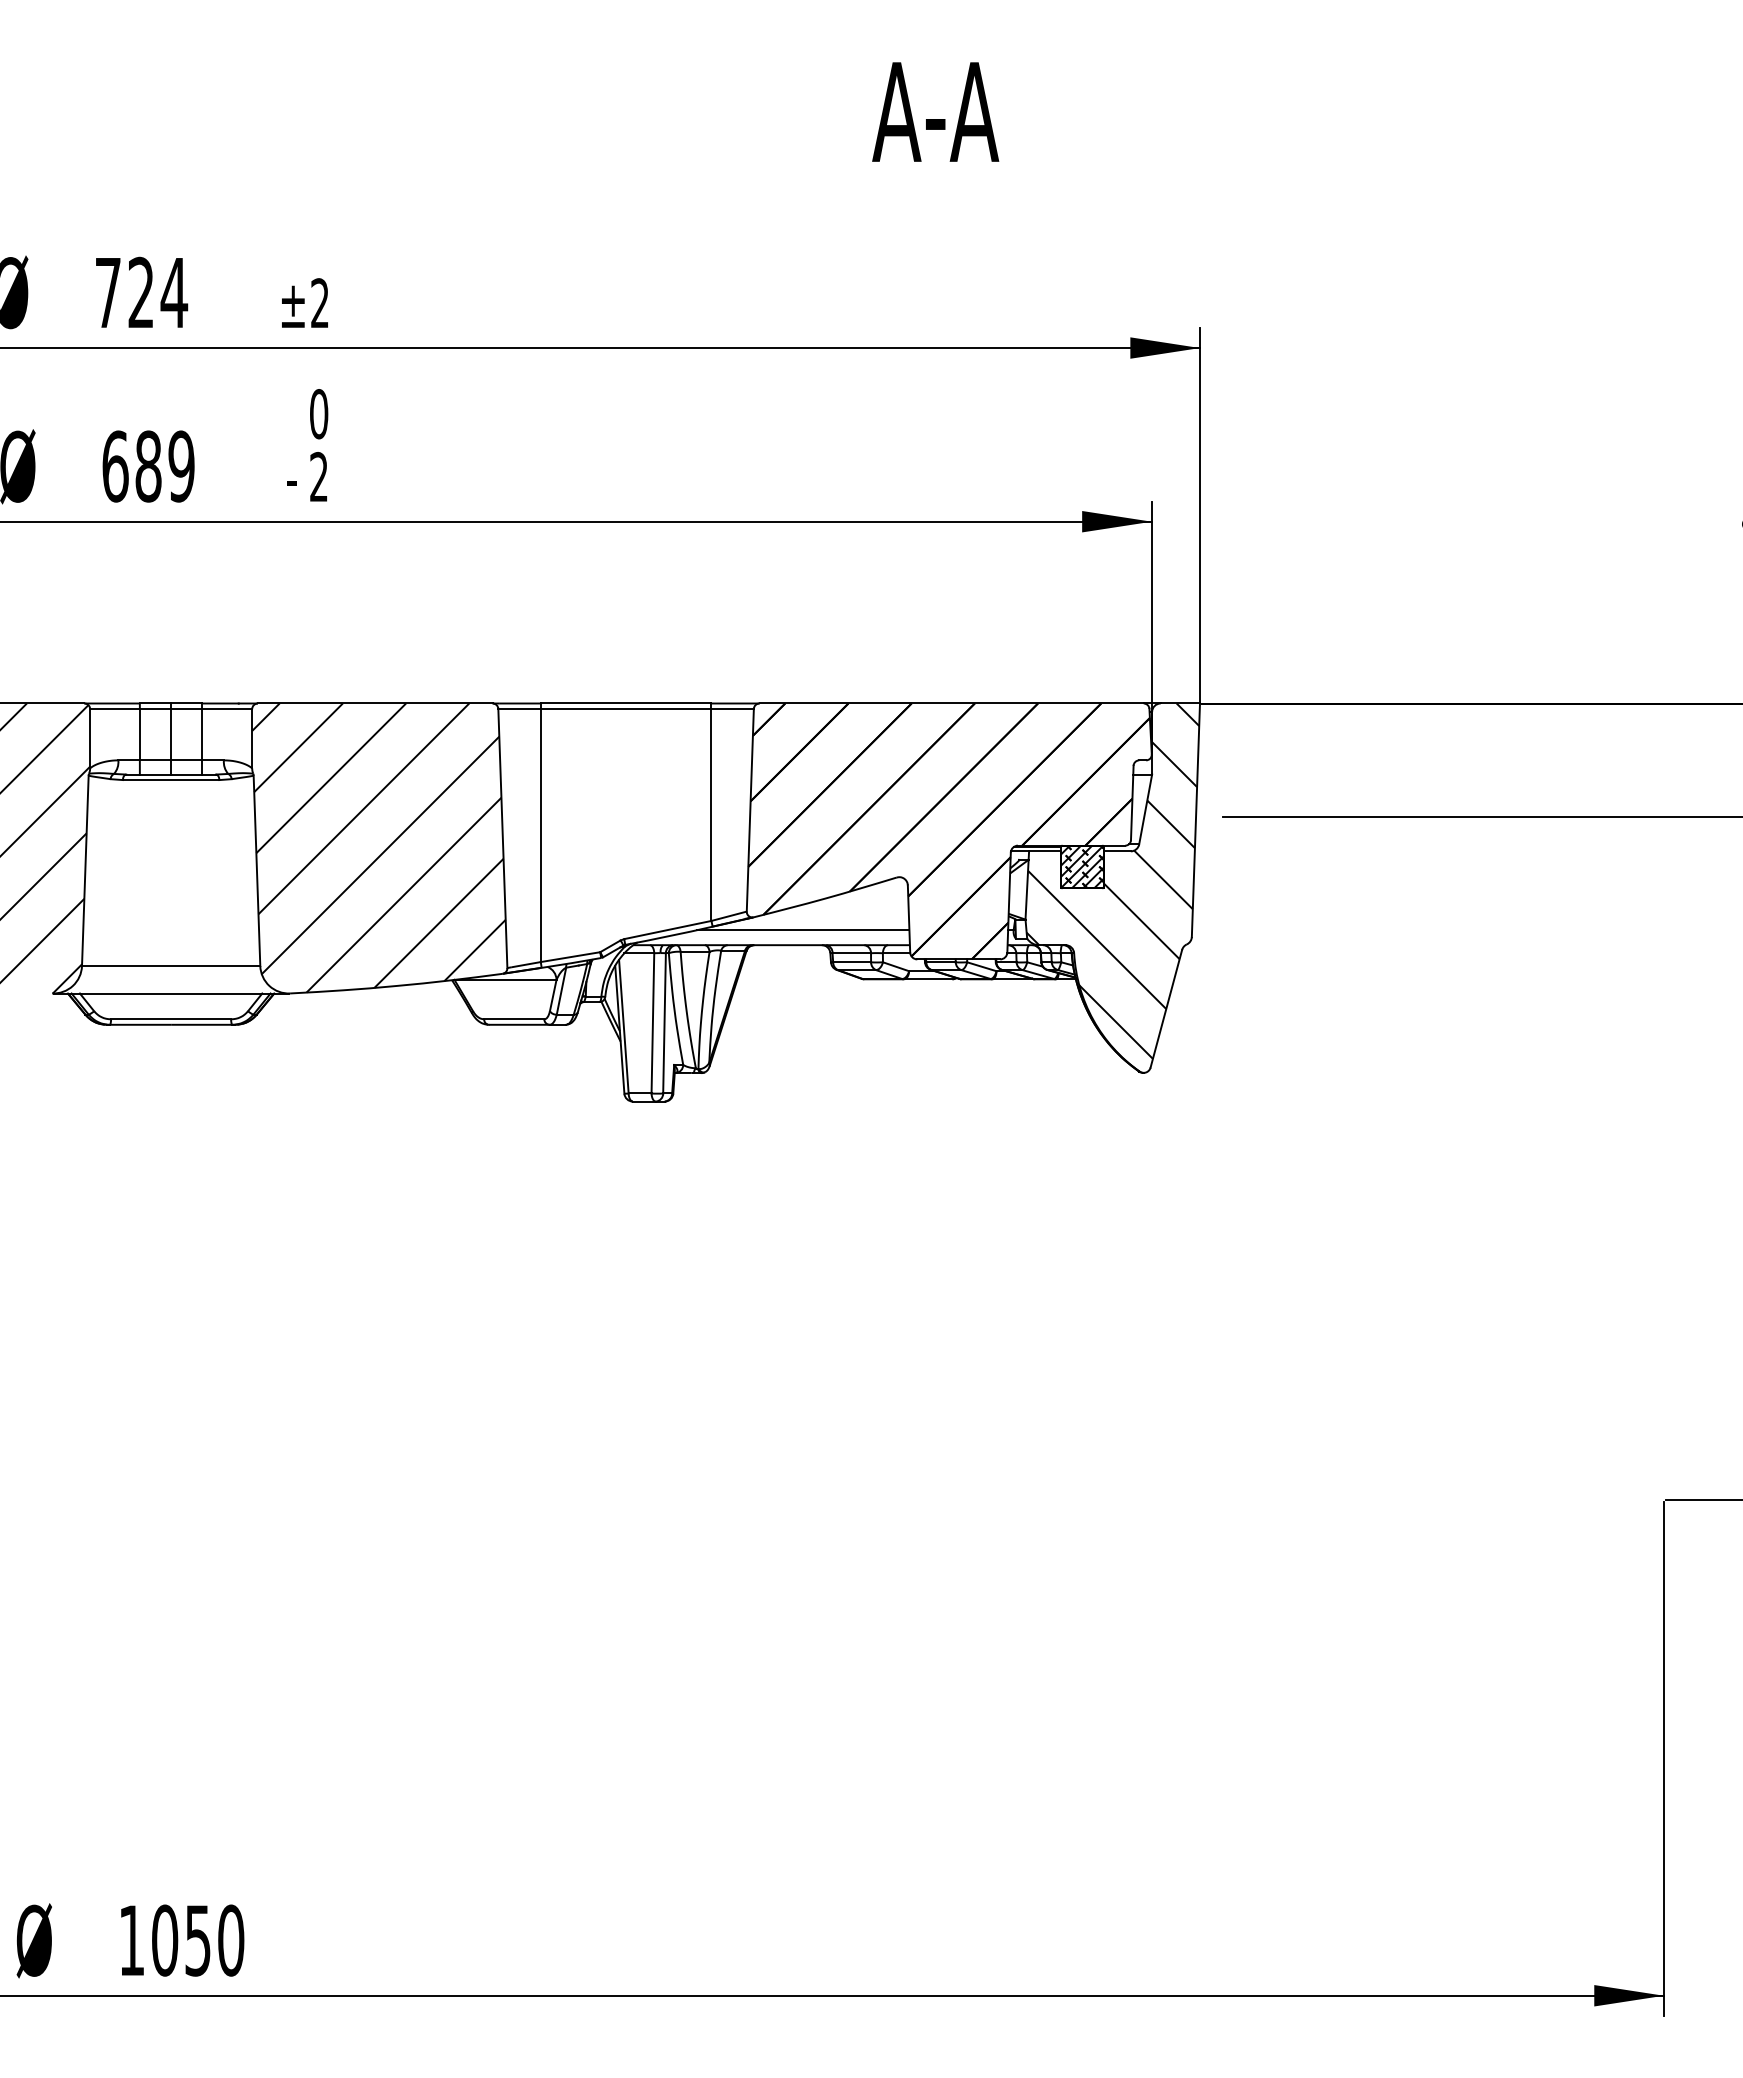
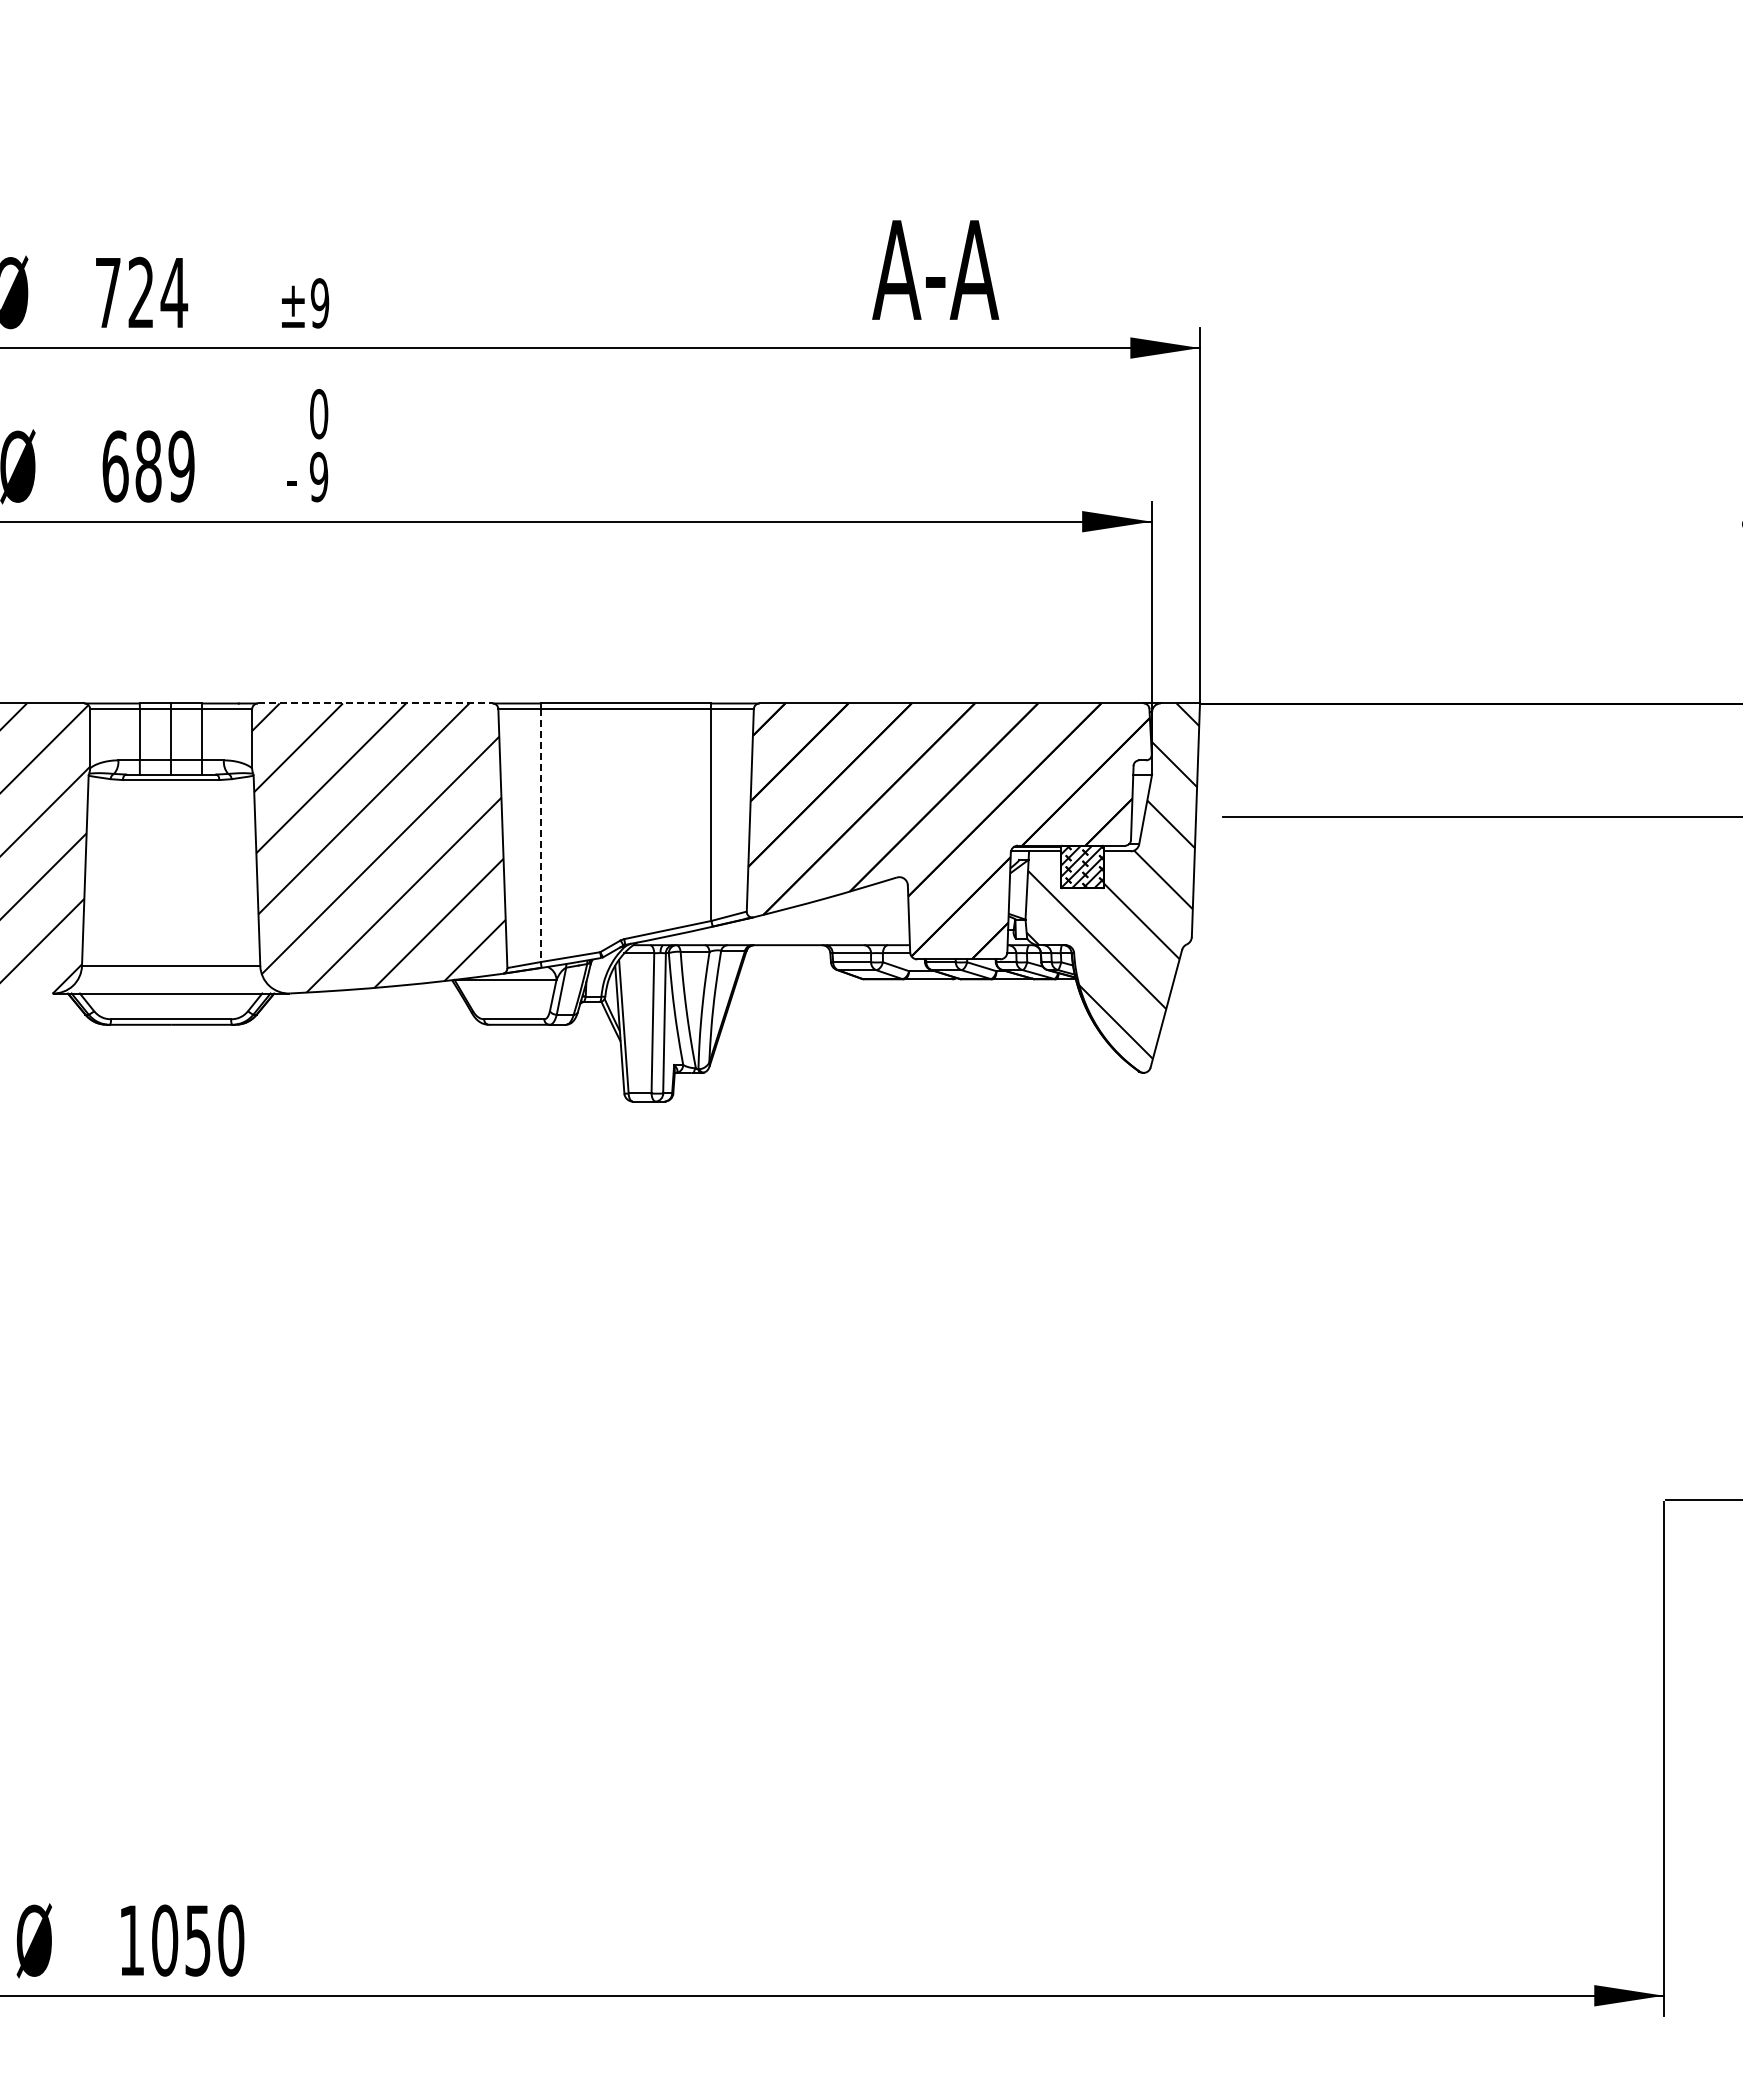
text at (935, 111) position: (935, 111) -> (935, 269)
text at (319, 303): ±2 -> ±9
text at (318, 477): 2 -> 9
line at (375, 703): solid -> dashed
line at (540, 835): solid -> dashed
line at (802, 930): present -> none
